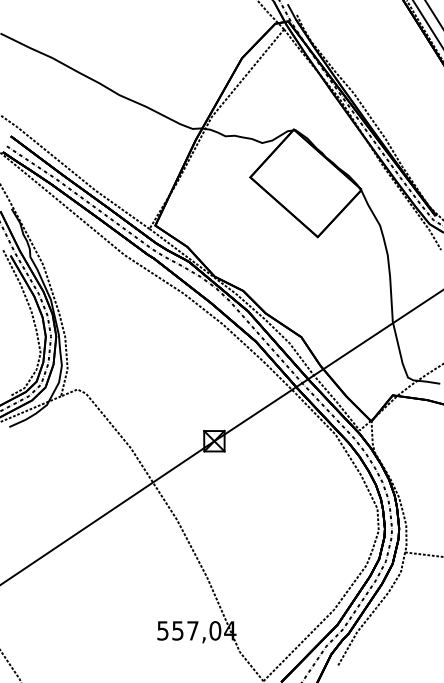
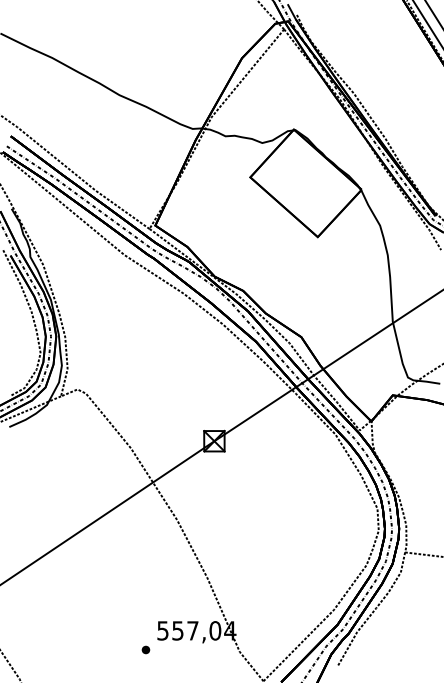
part at (145, 649): none -> present
